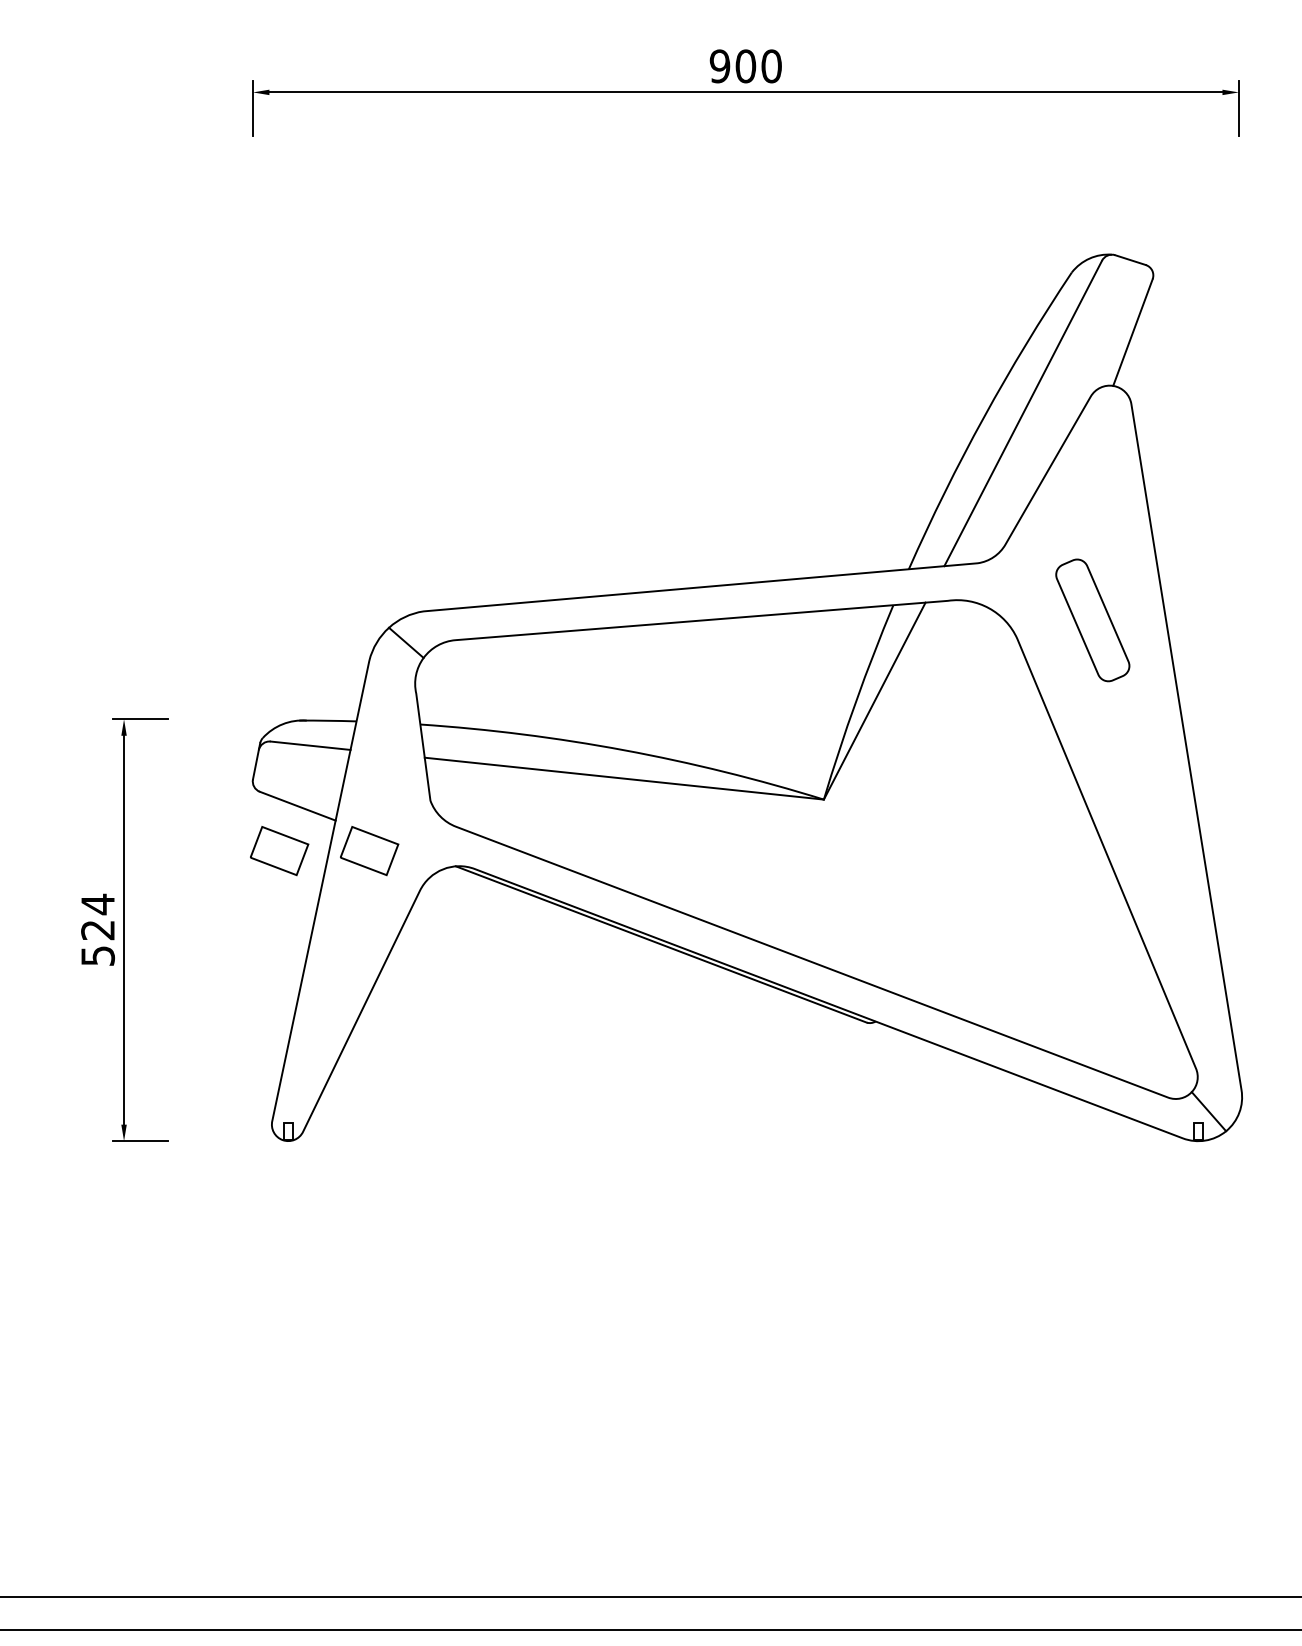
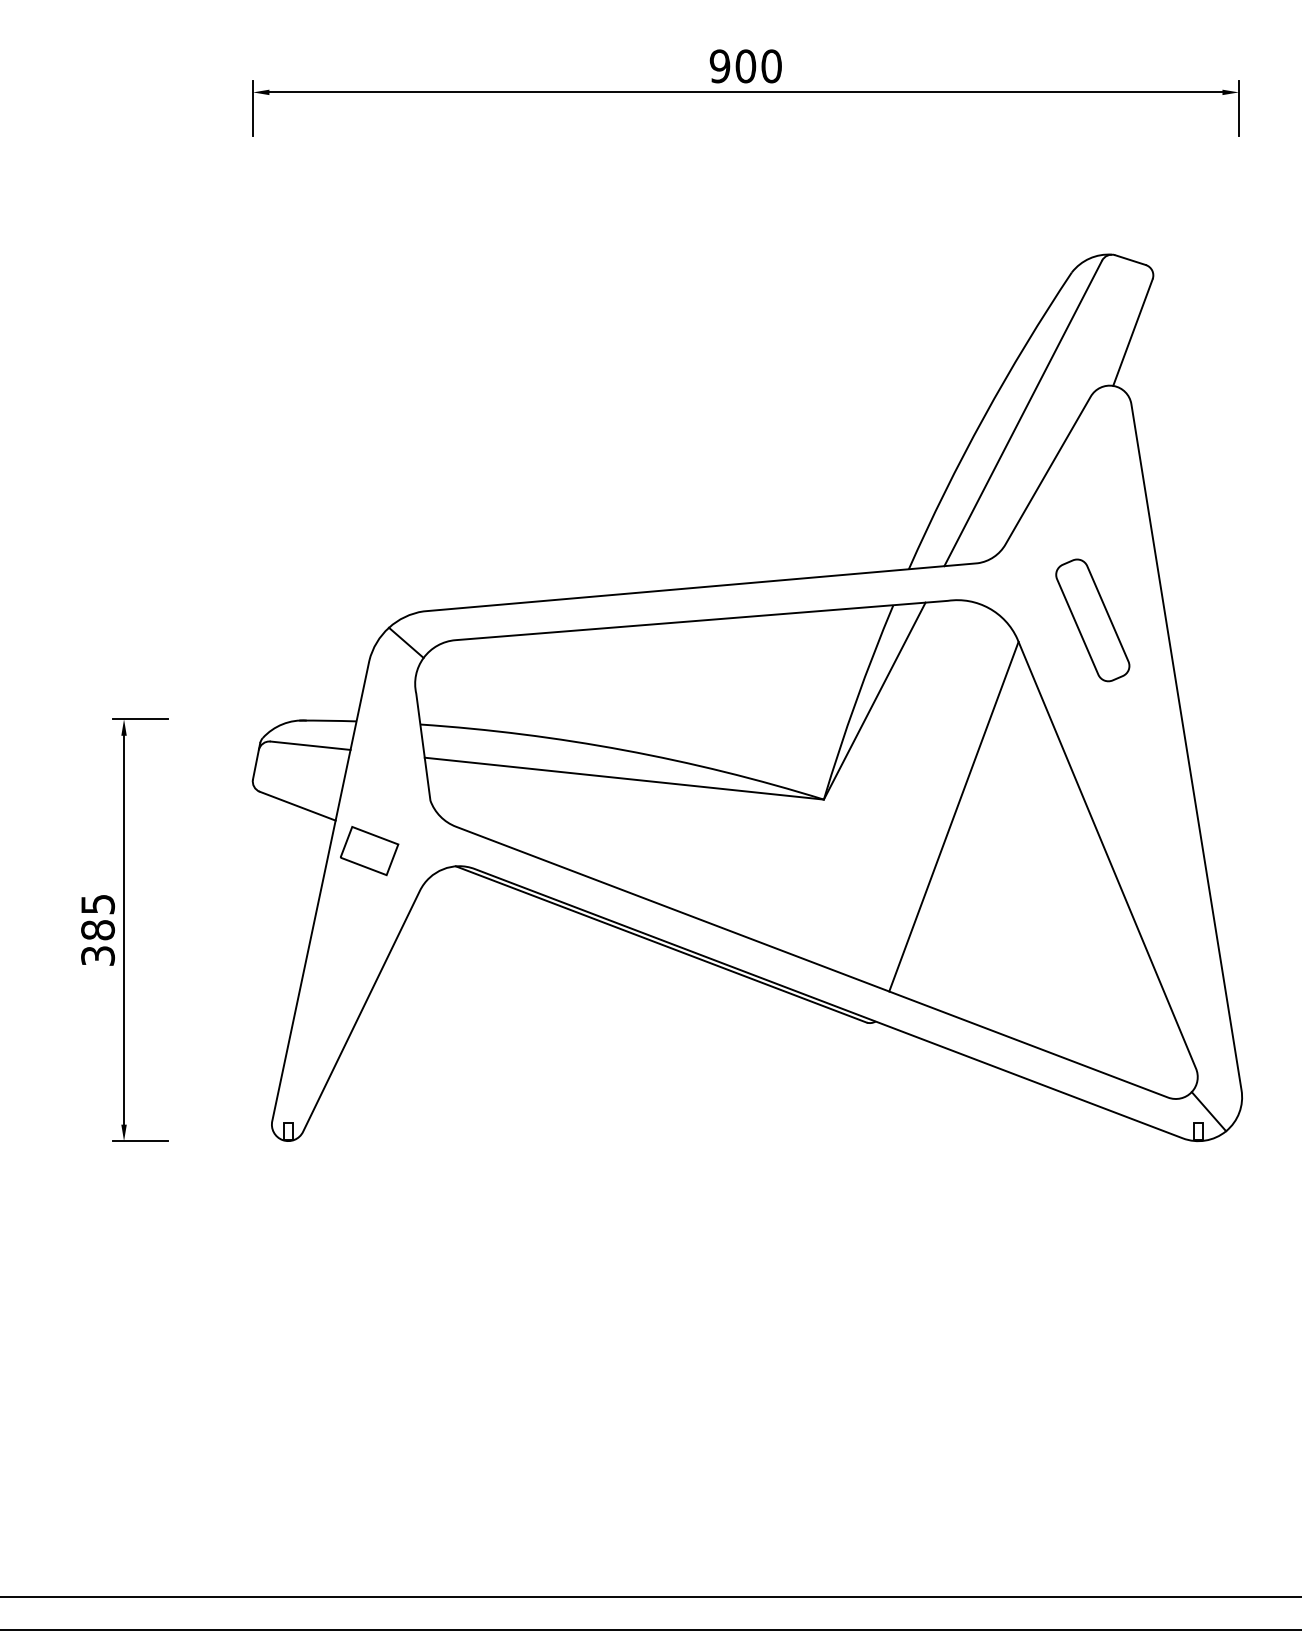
line at (953, 816): none -> present
part at (279, 851): present -> none
text at (98, 929): 524 -> 385
